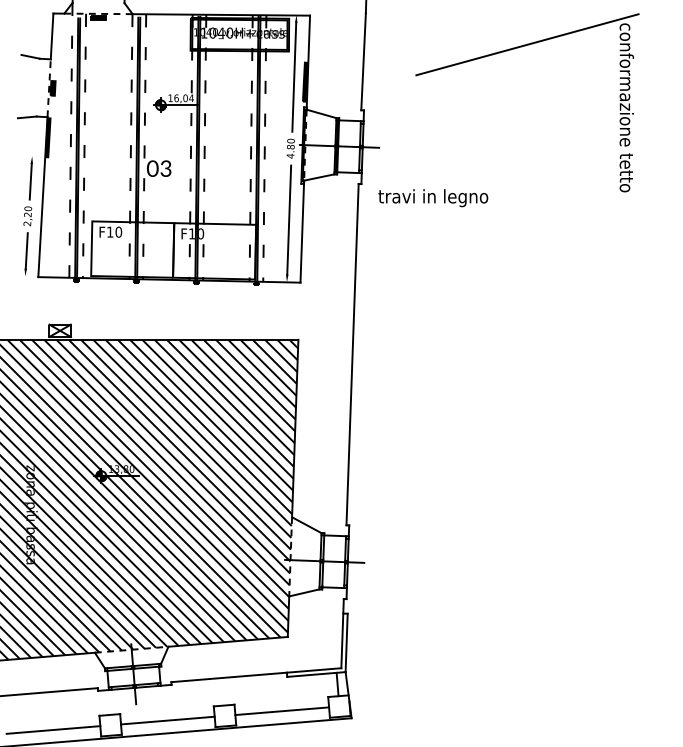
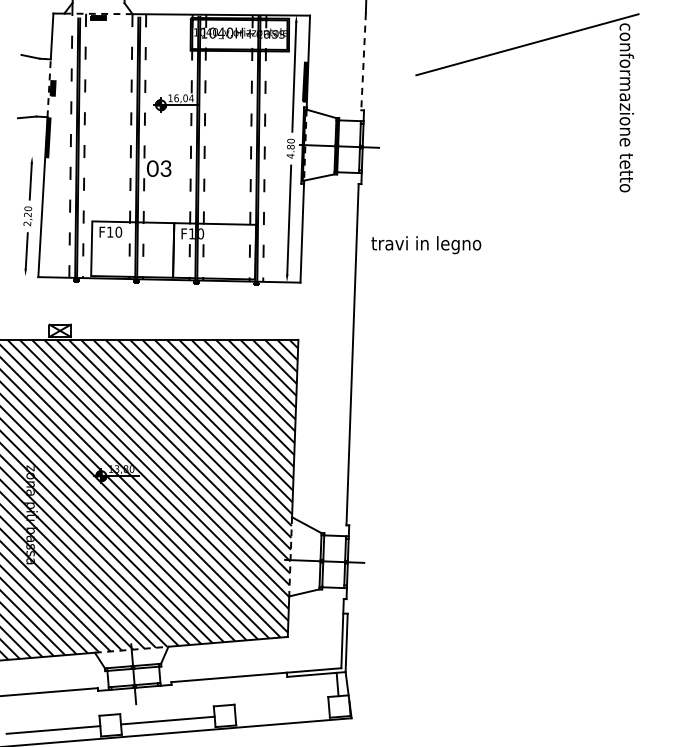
line at (363, 61): solid -> dashed
text at (433, 198) position: (433, 198) -> (426, 245)
line at (282, 711): present -> none
